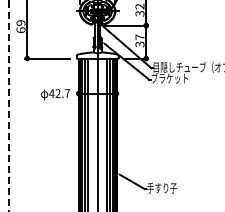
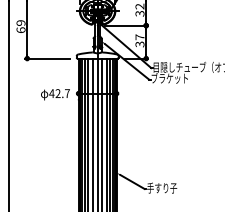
line at (8, 106): dashed -> solid
line at (92, 133): none -> present
line at (102, 133): none -> present
